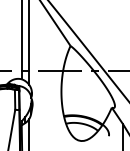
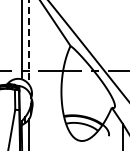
line at (29, 43): solid -> dashed
